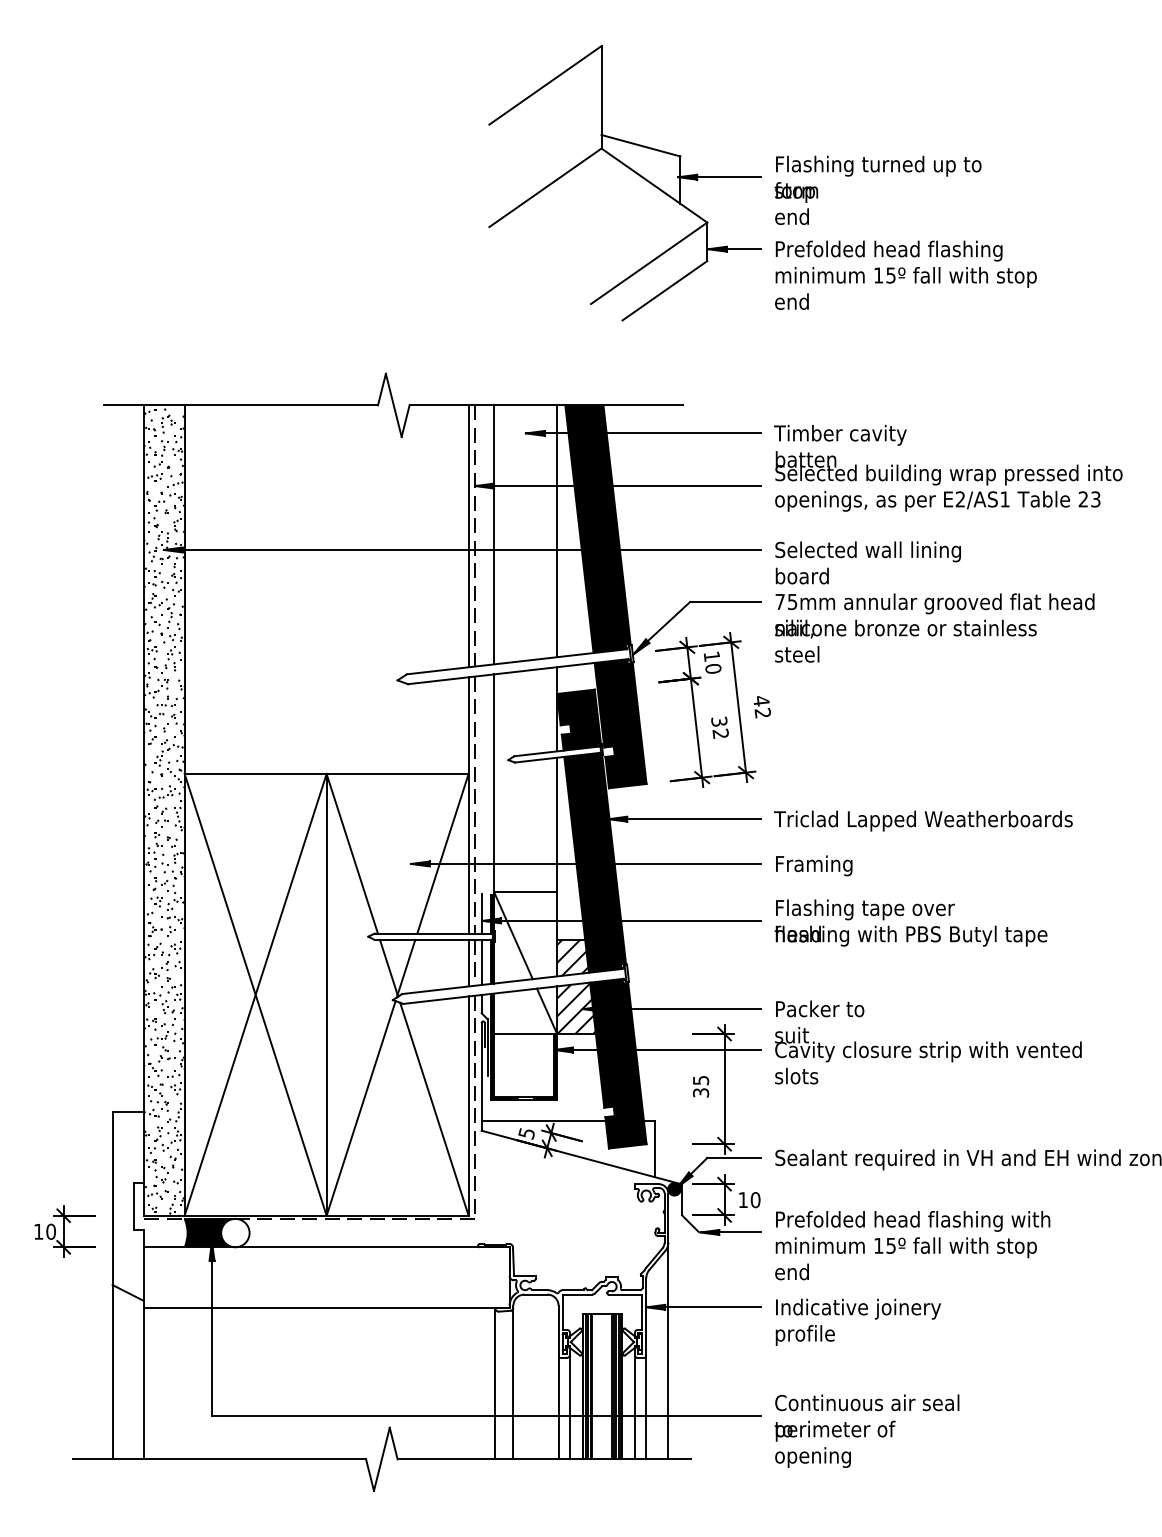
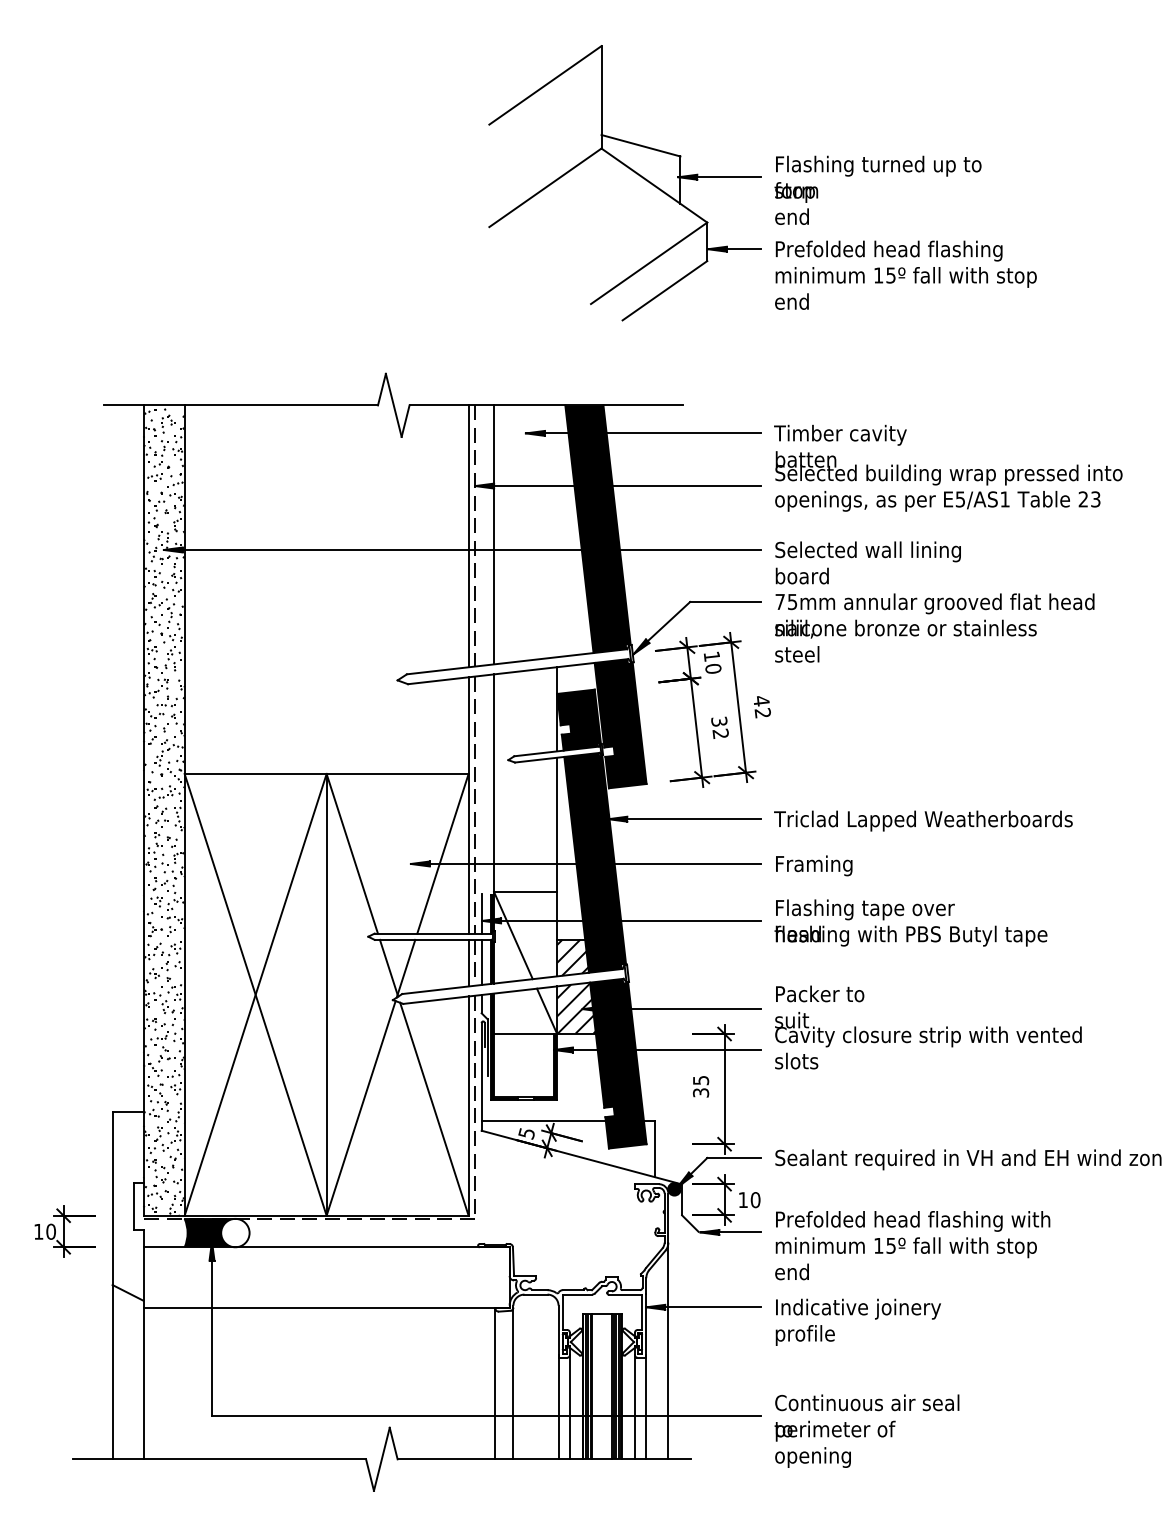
text at (959, 499): E2/AS1 -> E5/AS1
line at (557, 531): present -> none
text at (928, 1042) position: (928, 1042) -> (928, 1027)
